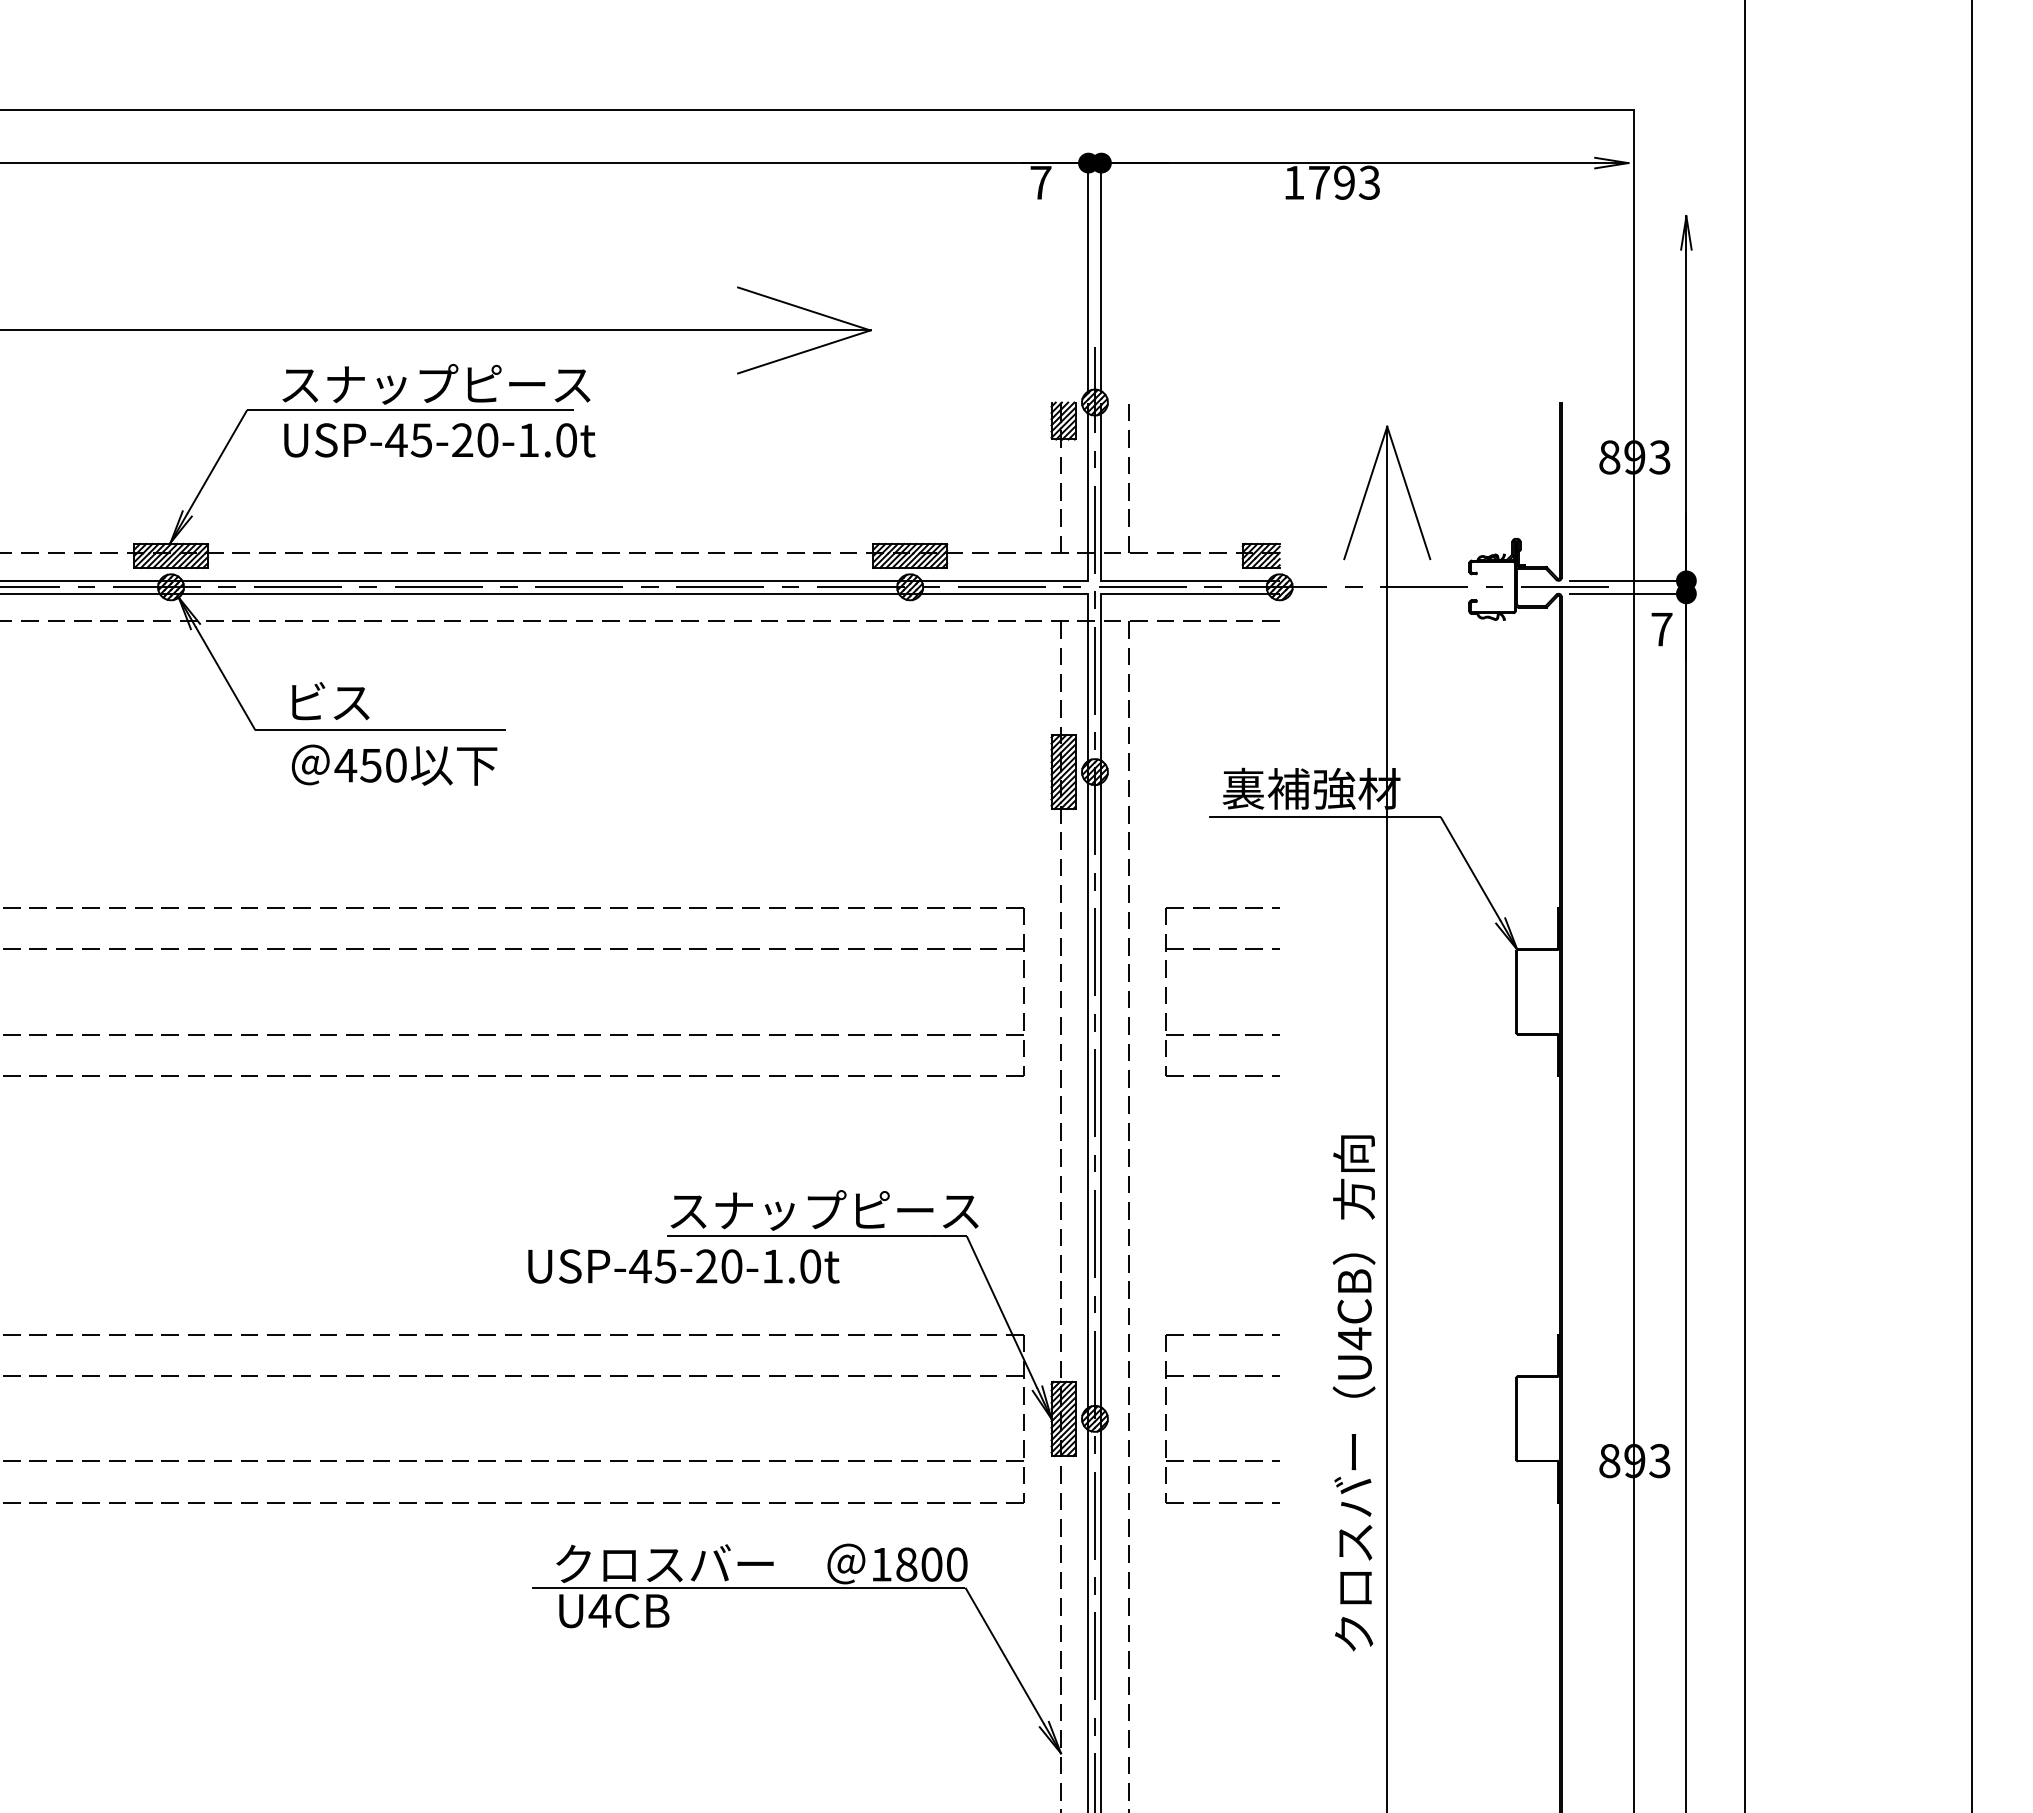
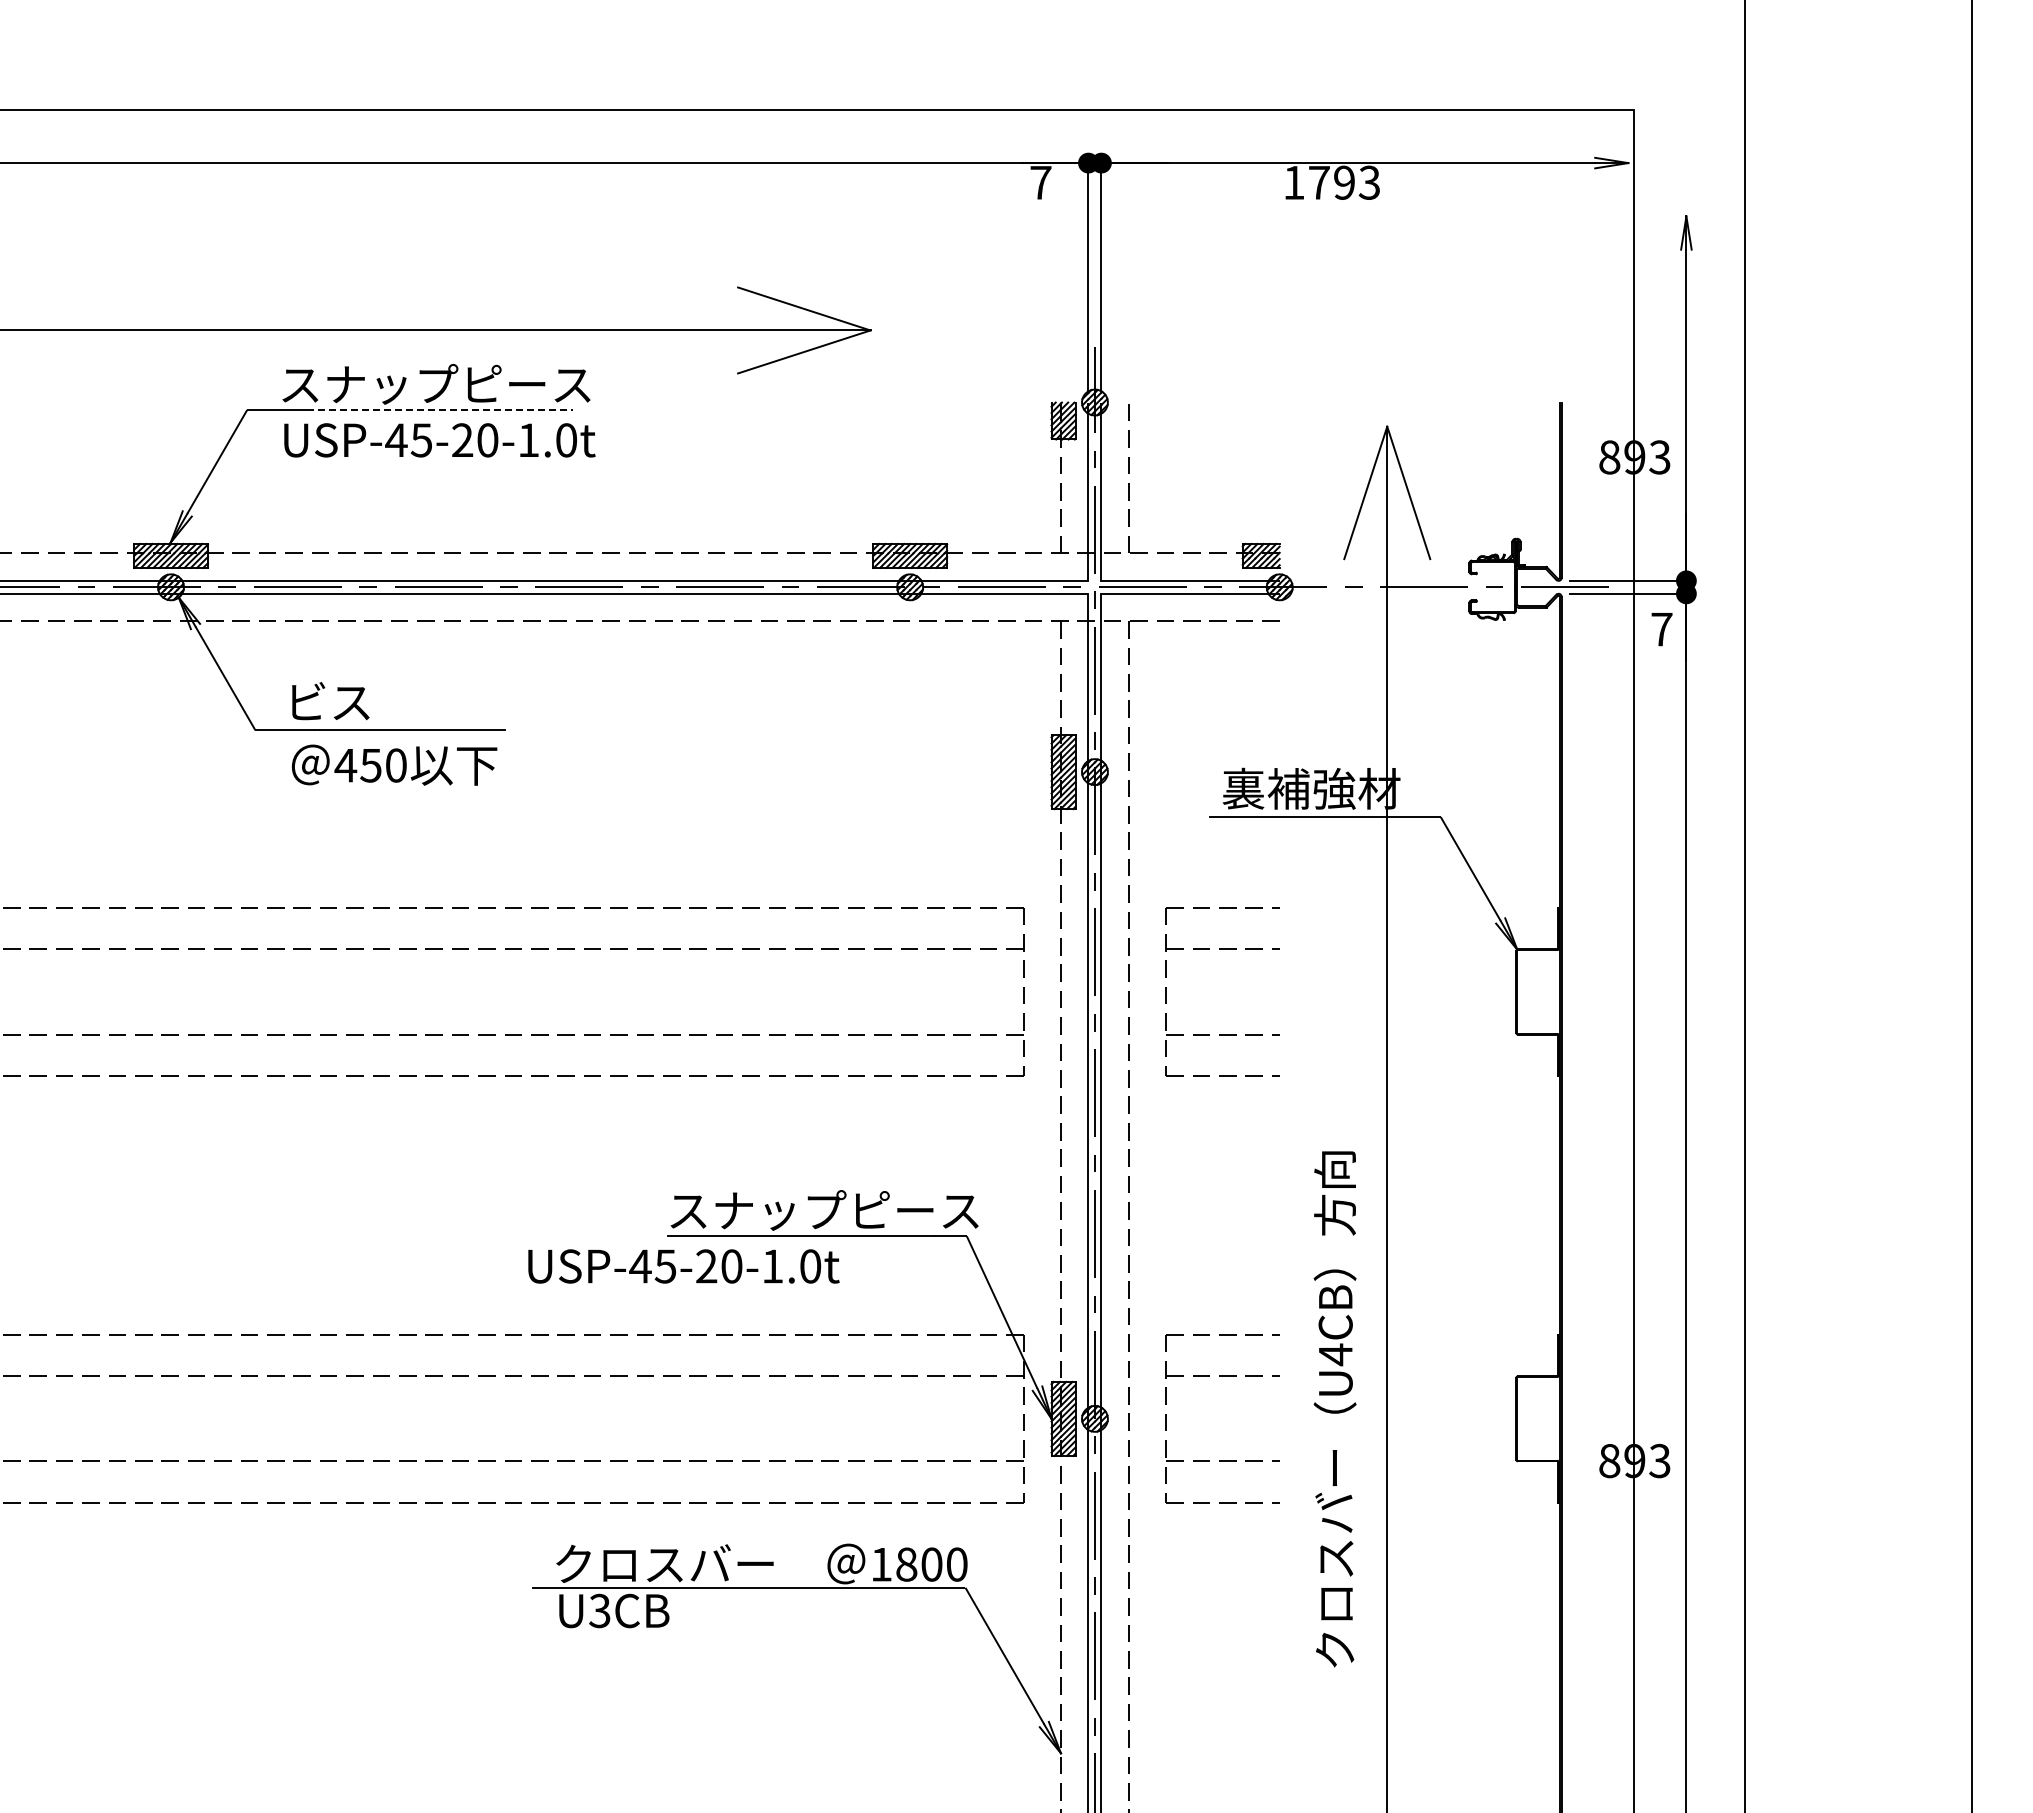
line at (440, 410): solid -> dashed
text at (1353, 1393) position: (1353, 1393) -> (1334, 1409)
text at (599, 1610): U4CB -> U3CB
